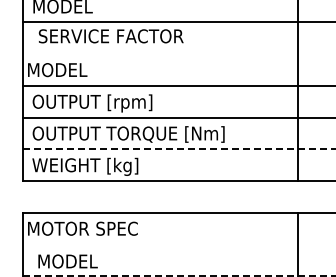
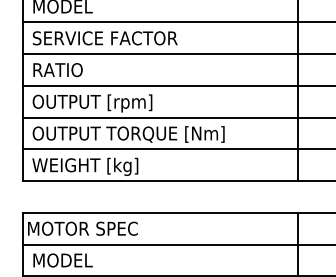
text at (110, 36) position: (110, 36) -> (104, 38)
line at (177, 54): none -> present
text at (57, 70): MODEL -> RATIO
line at (179, 149): dashed -> solid
line at (177, 244): none -> present
text at (67, 261) position: (67, 261) -> (62, 260)
line at (179, 276): dashed -> solid
